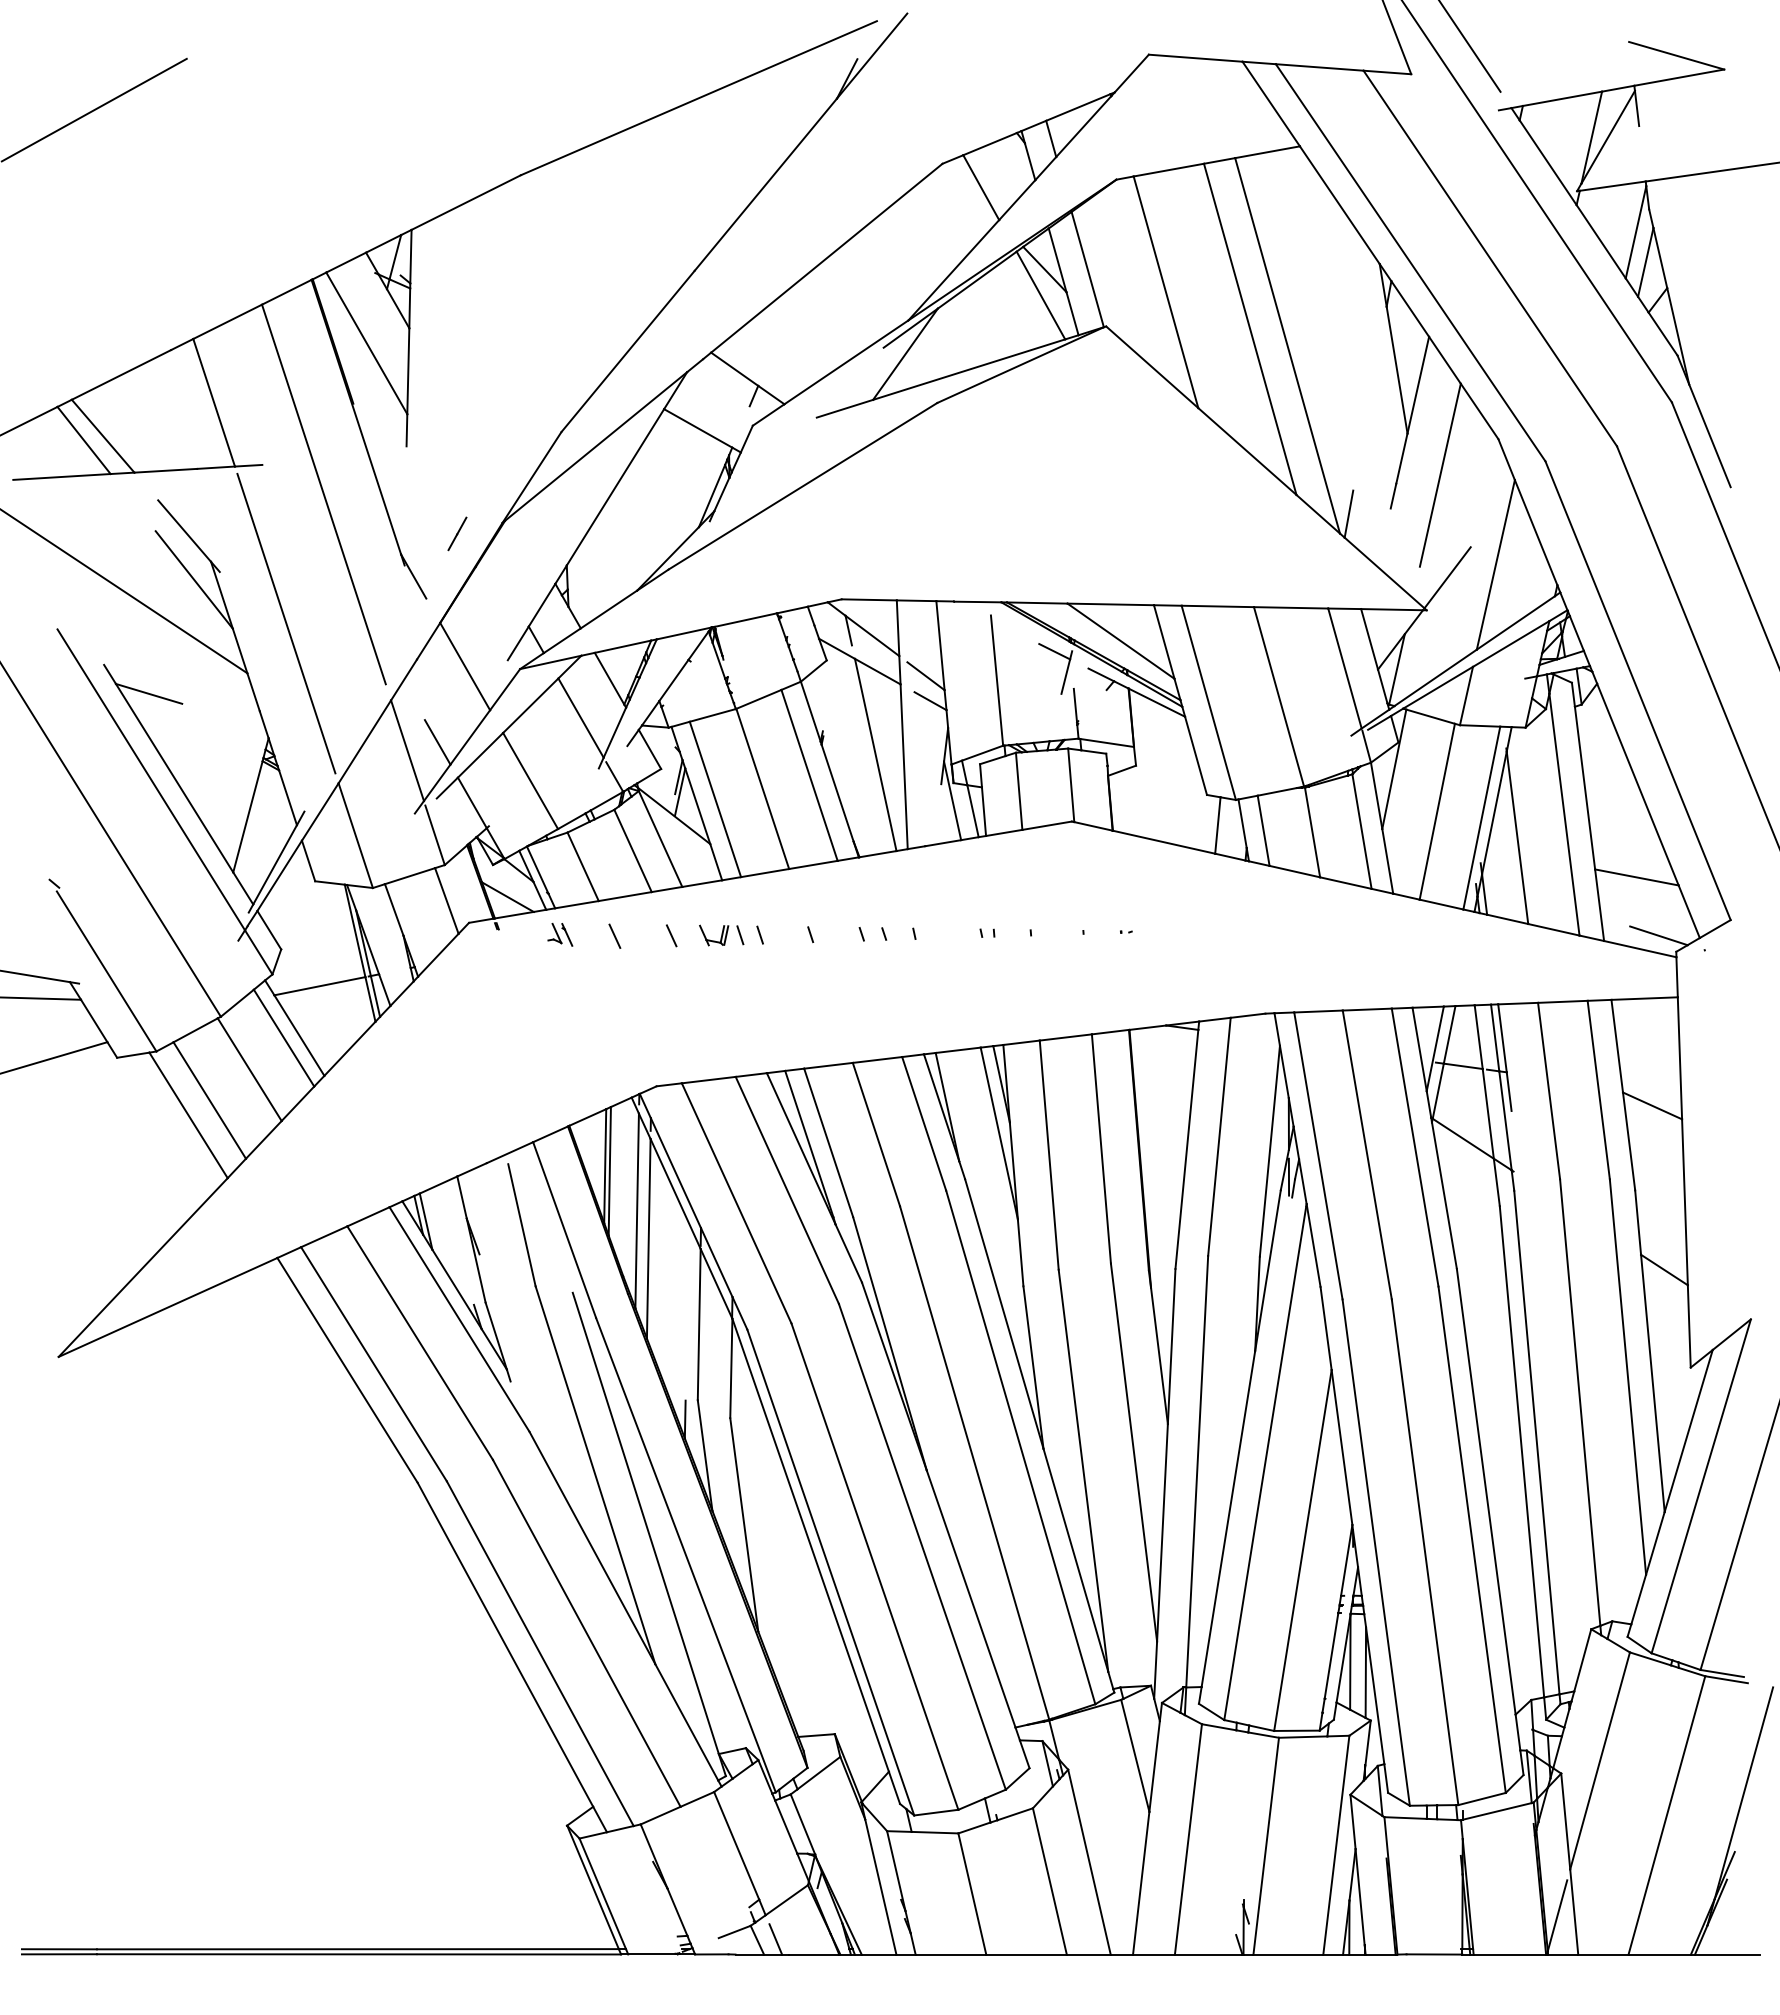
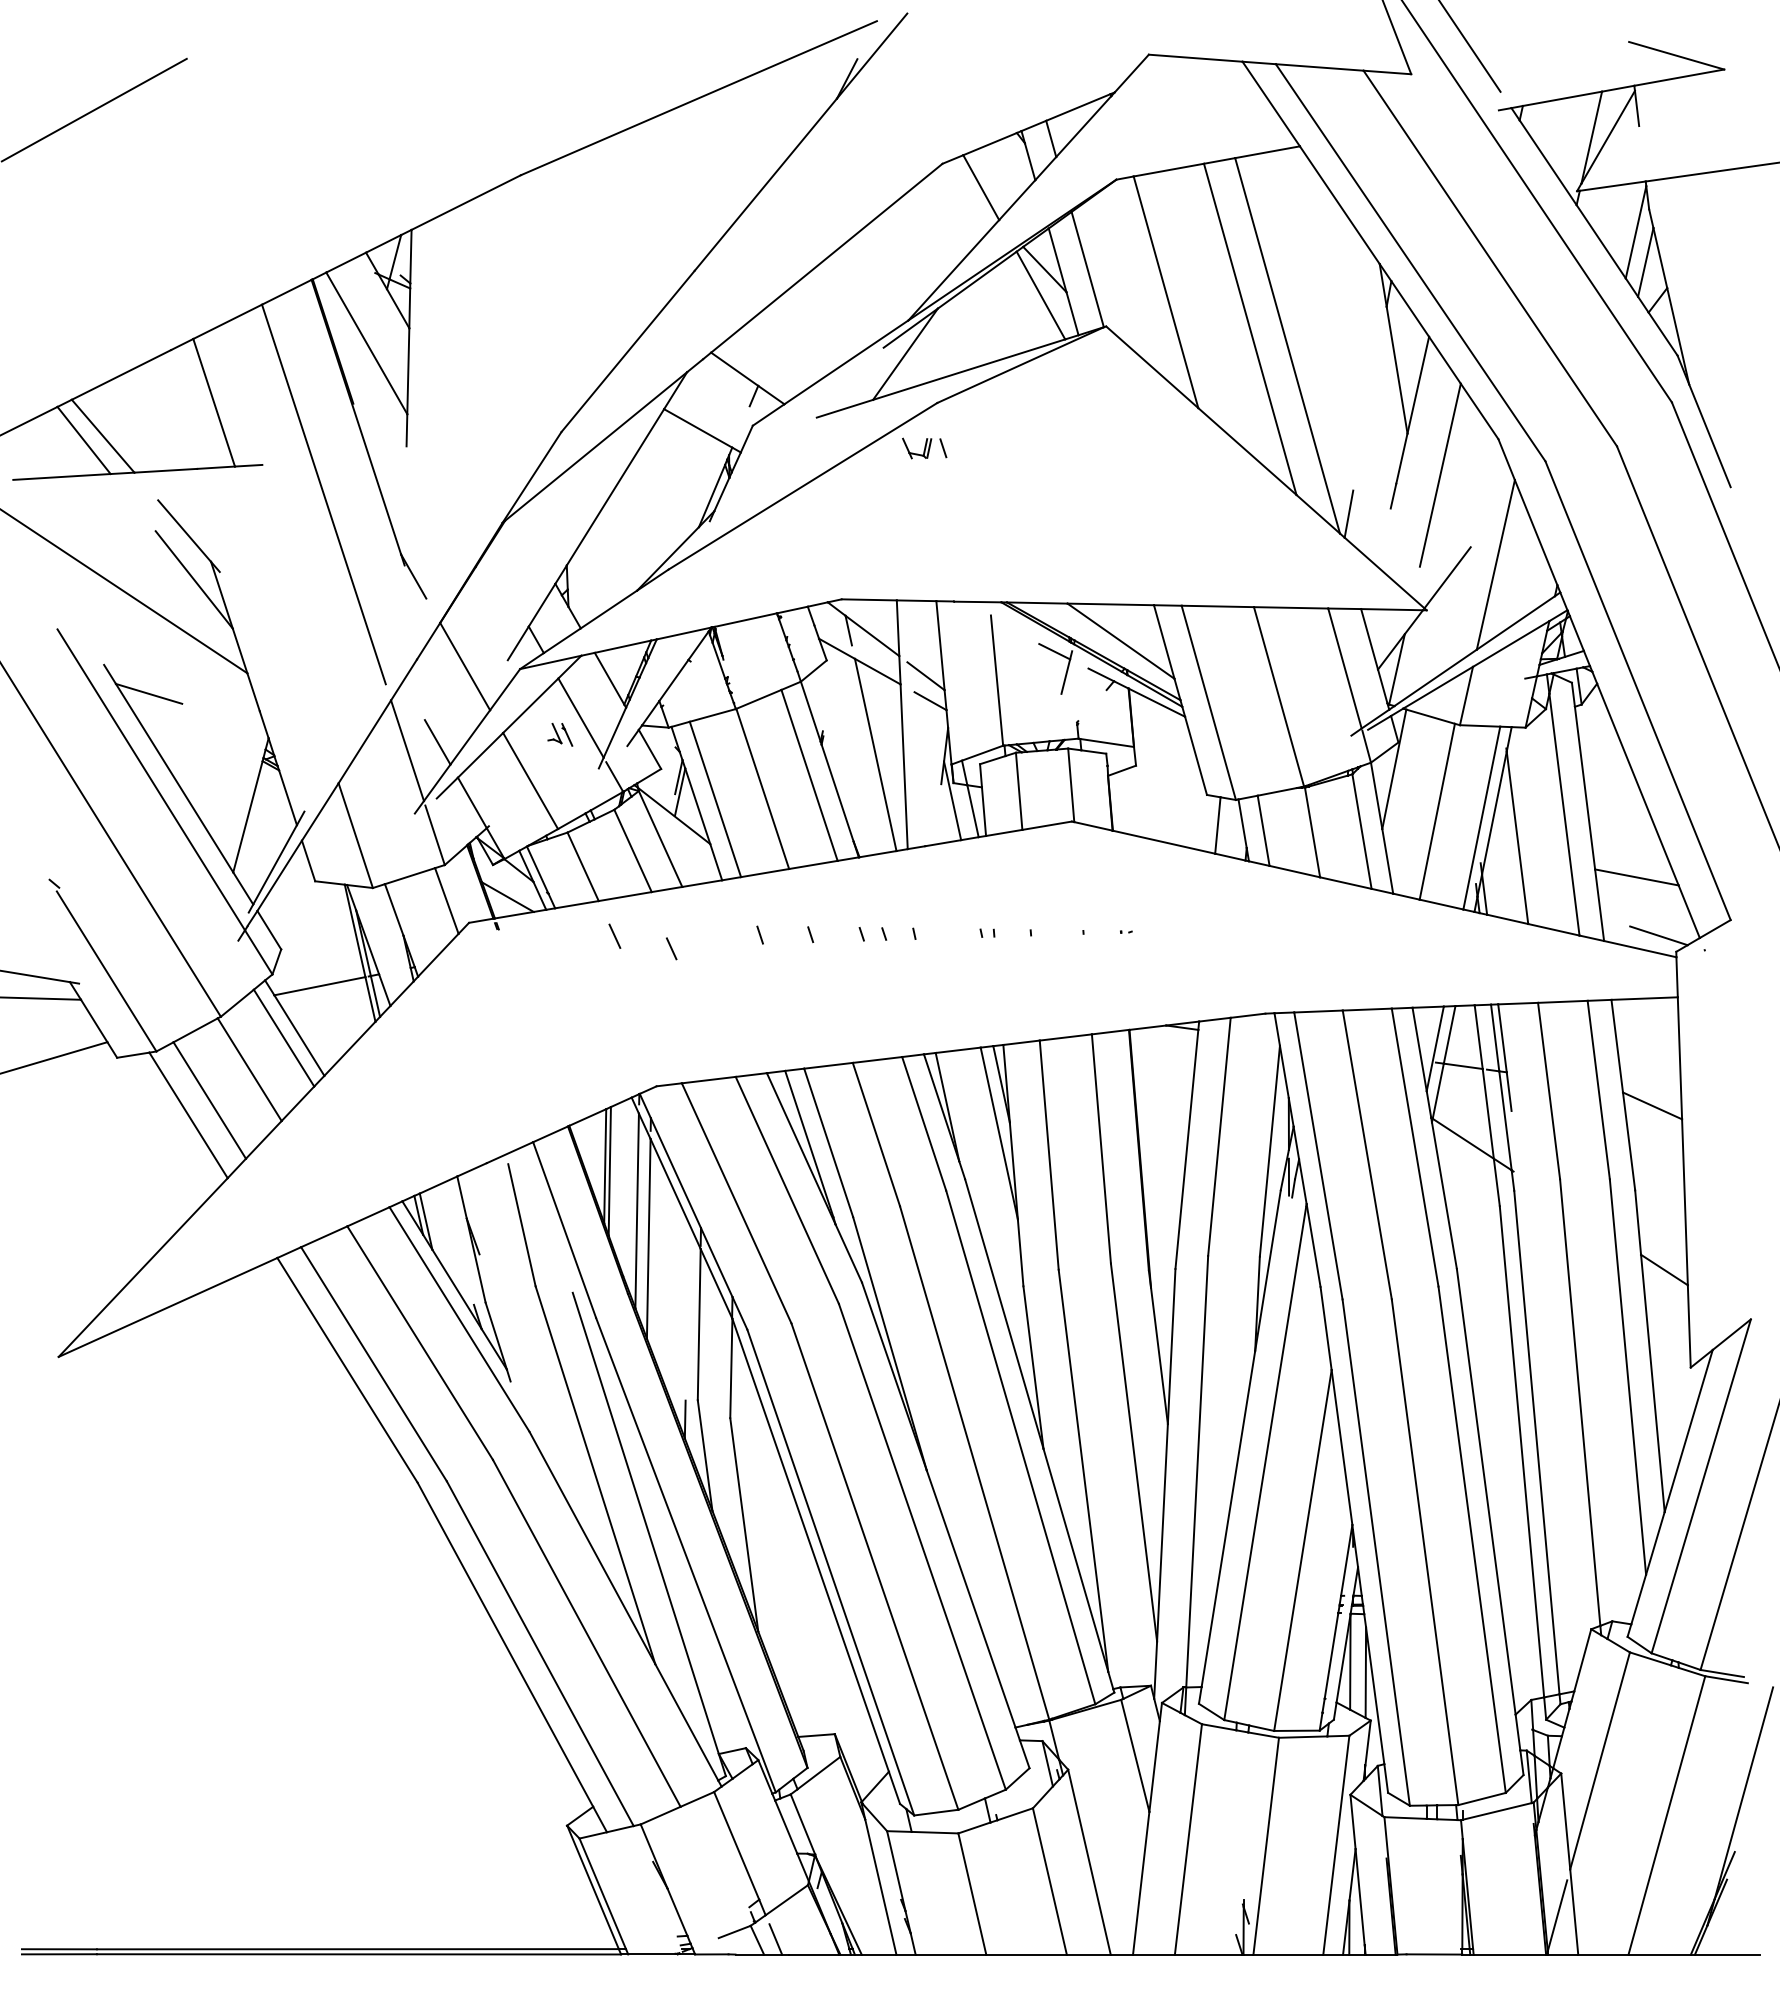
line at (457, 533): present -> none
line at (286, 623): present -> none
line at (1075, 705): present -> none
part at (560, 934) position: (560, 934) -> (560, 734)
line at (671, 935) position: (671, 935) -> (671, 948)
part at (721, 935) position: (721, 935) -> (924, 448)
